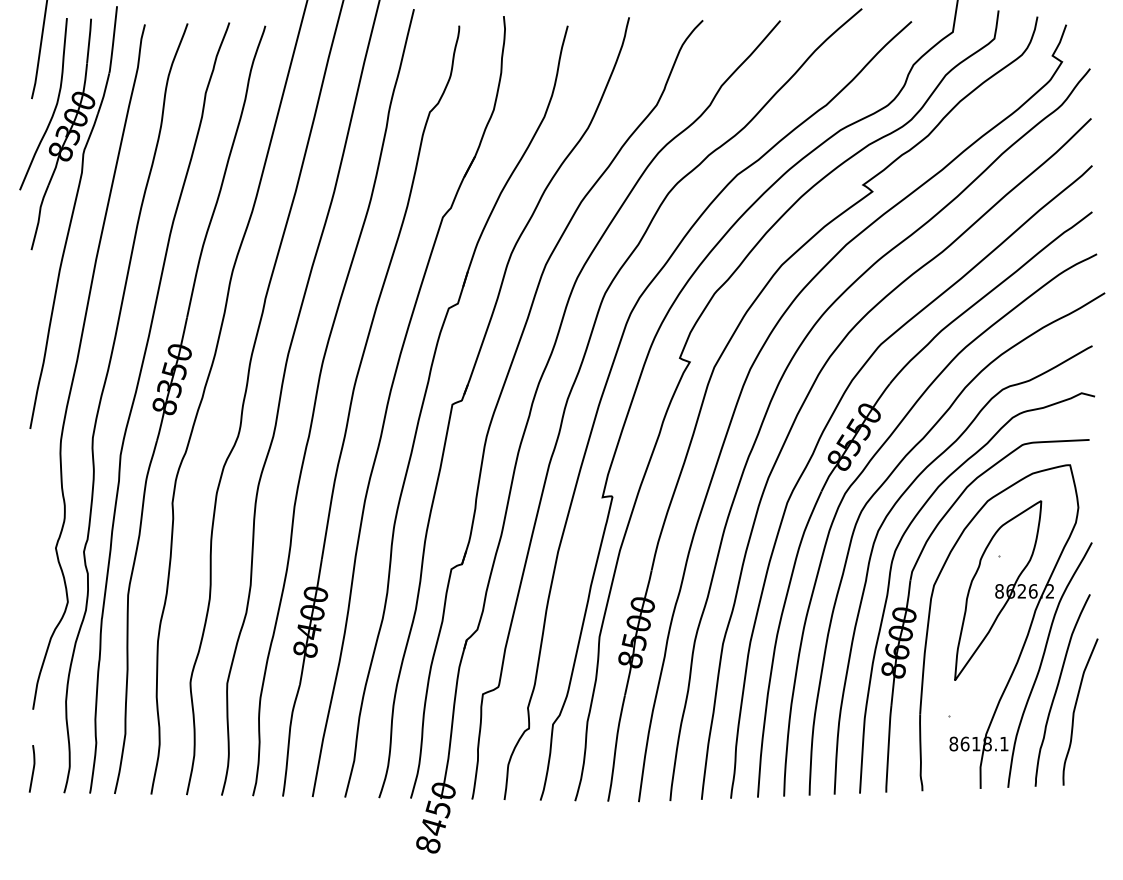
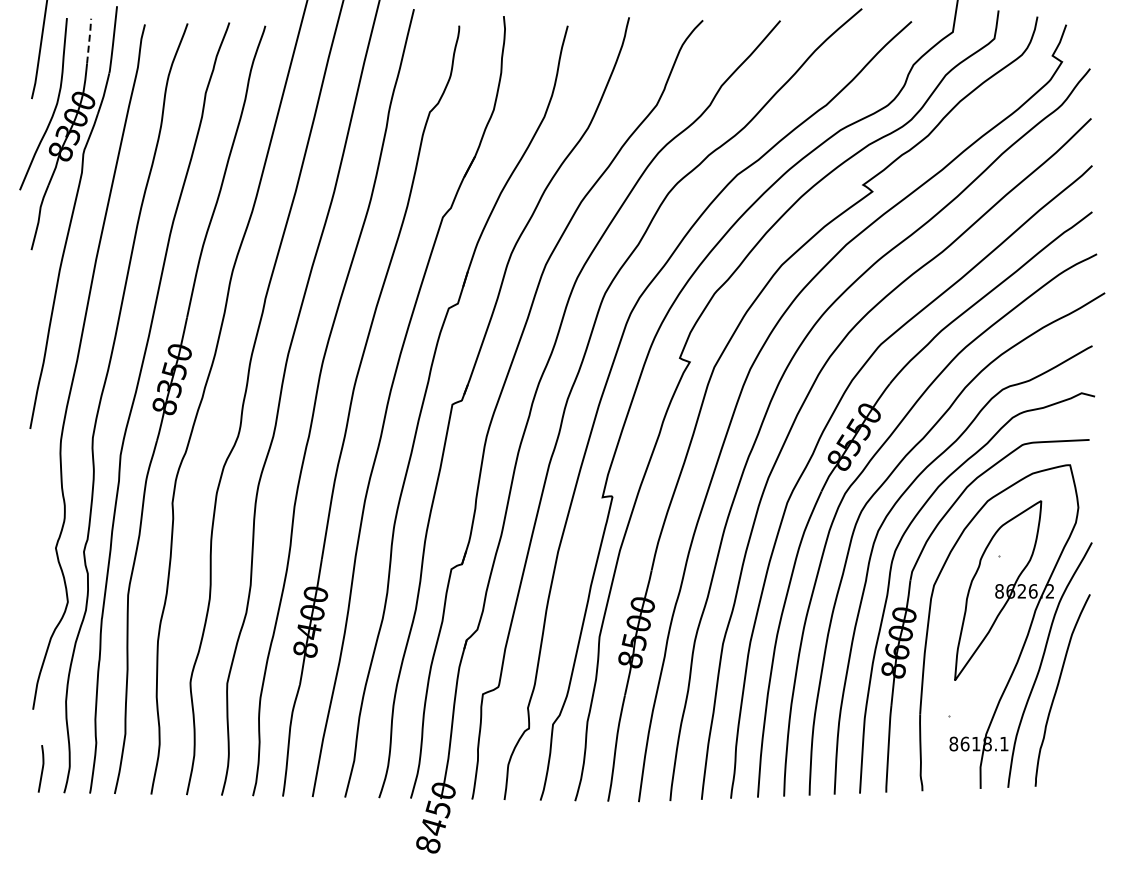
line at (89, 40): solid -> dashed
curve at (1075, 710): present -> none
curve at (32, 768) position: (32, 768) -> (41, 768)
